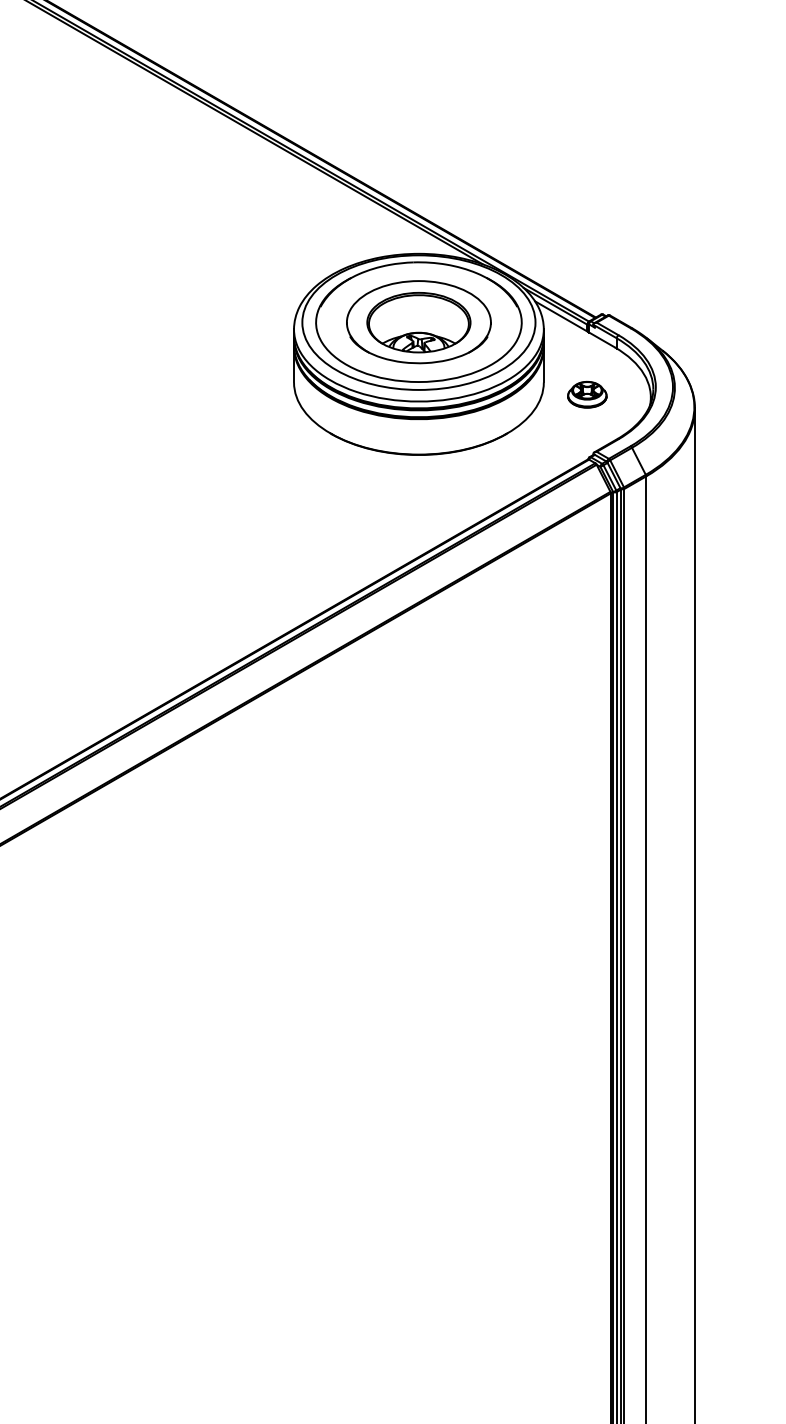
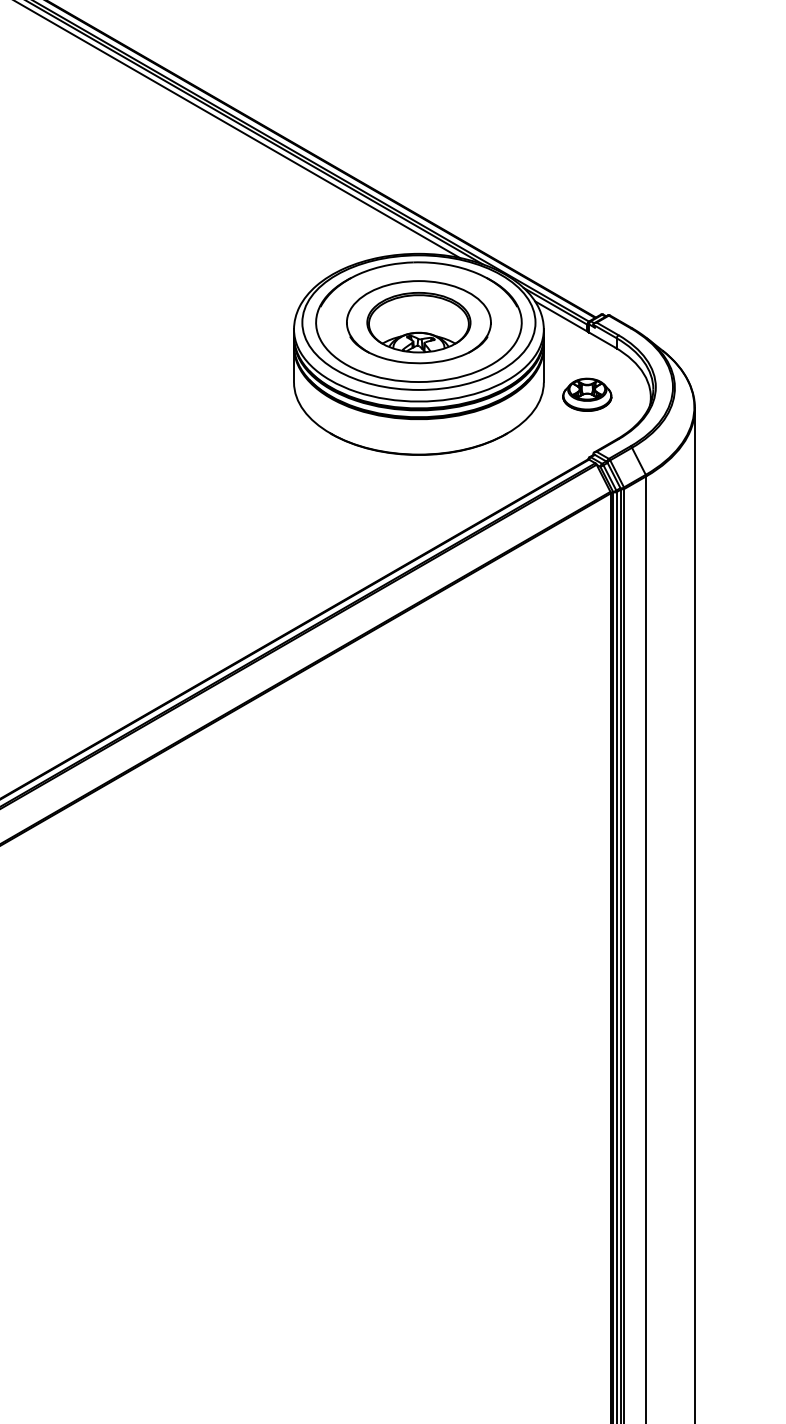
line at (238, 129): none -> present
part at (587, 394) size: 41x29 px -> 51x35 px
